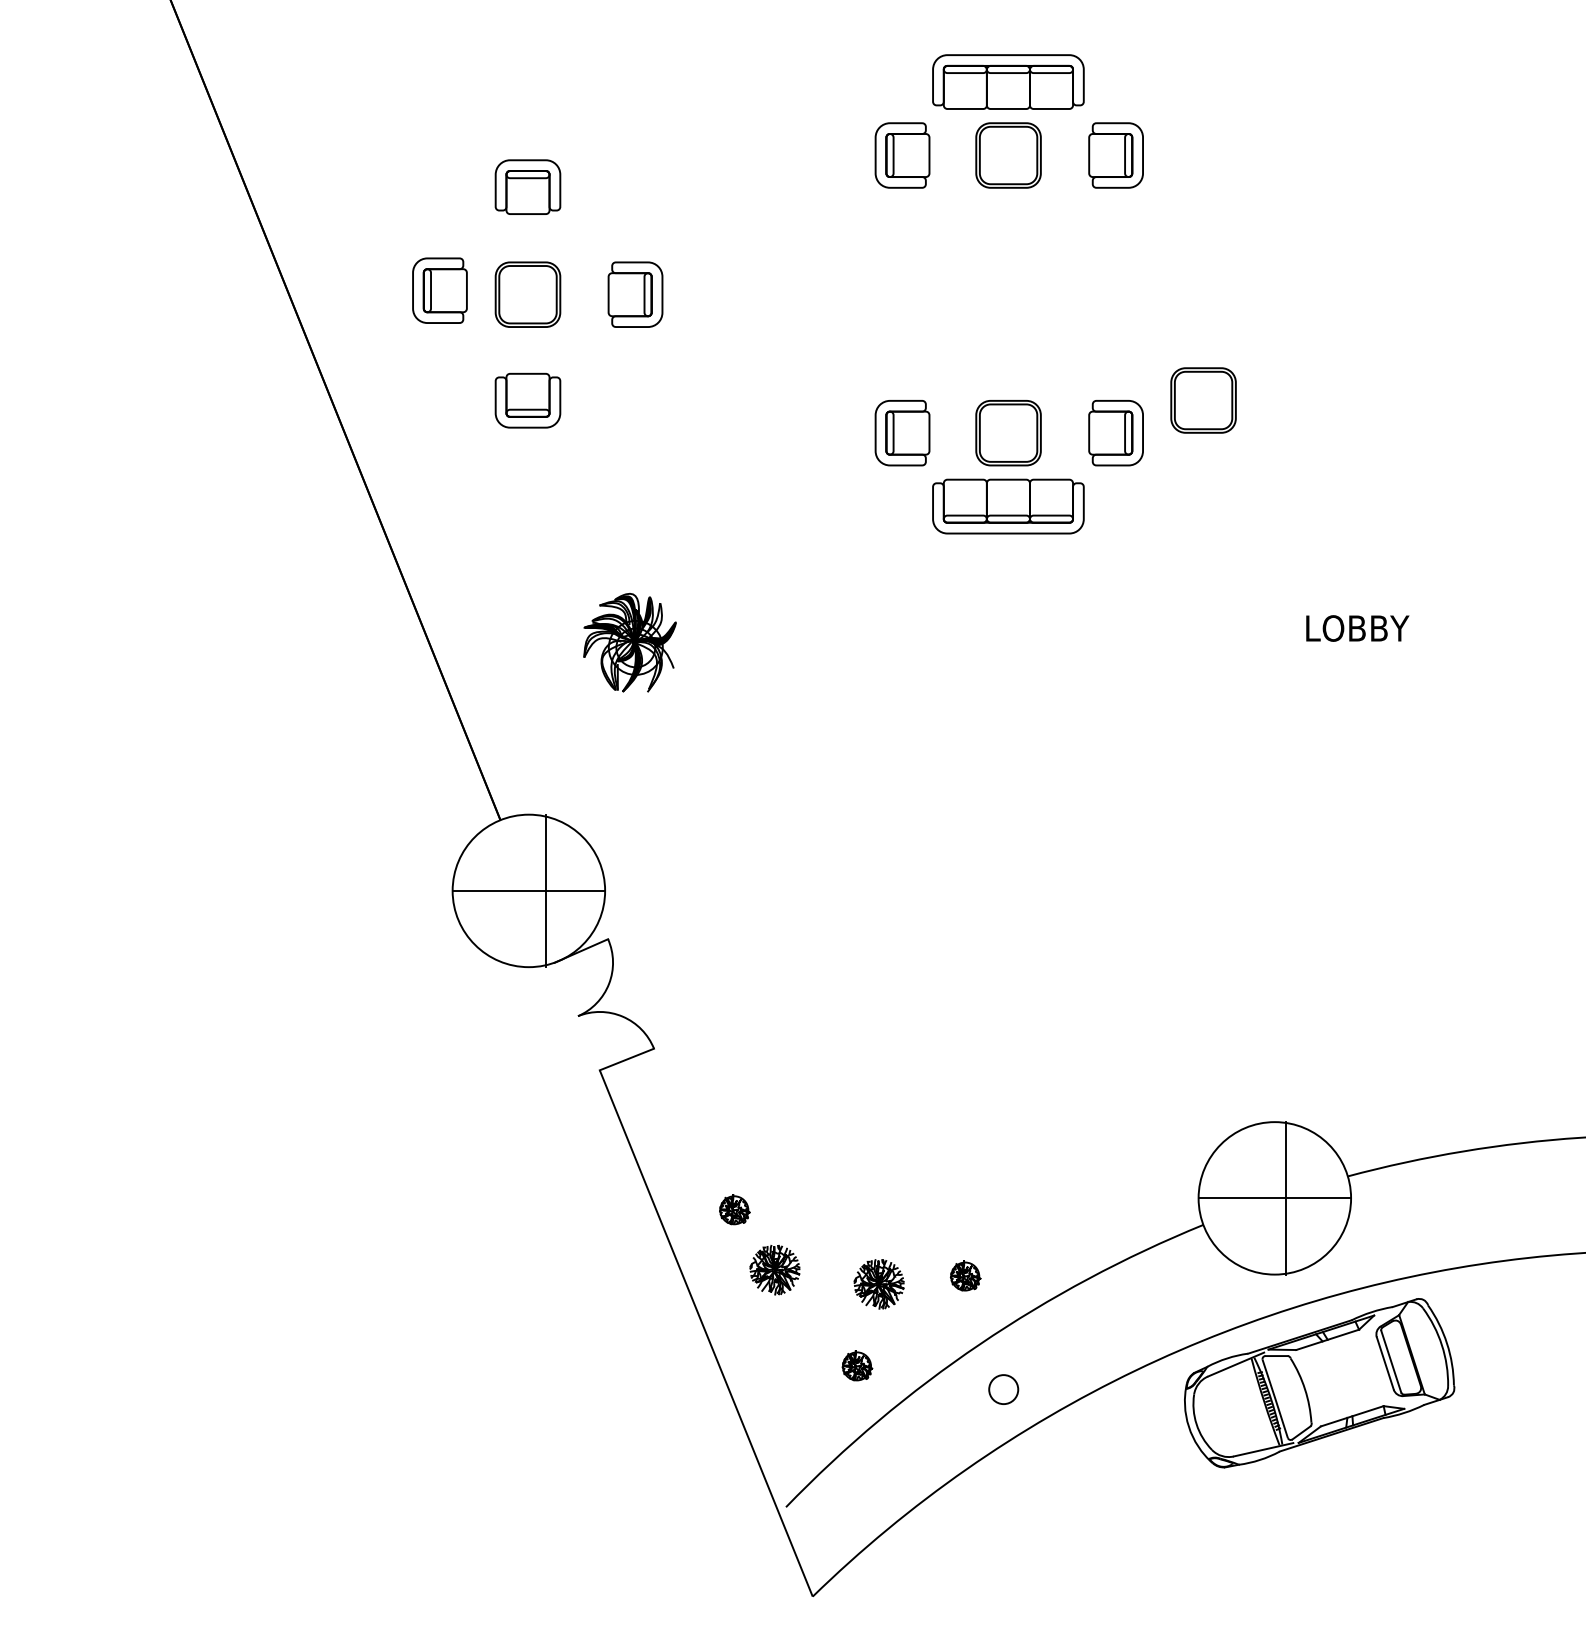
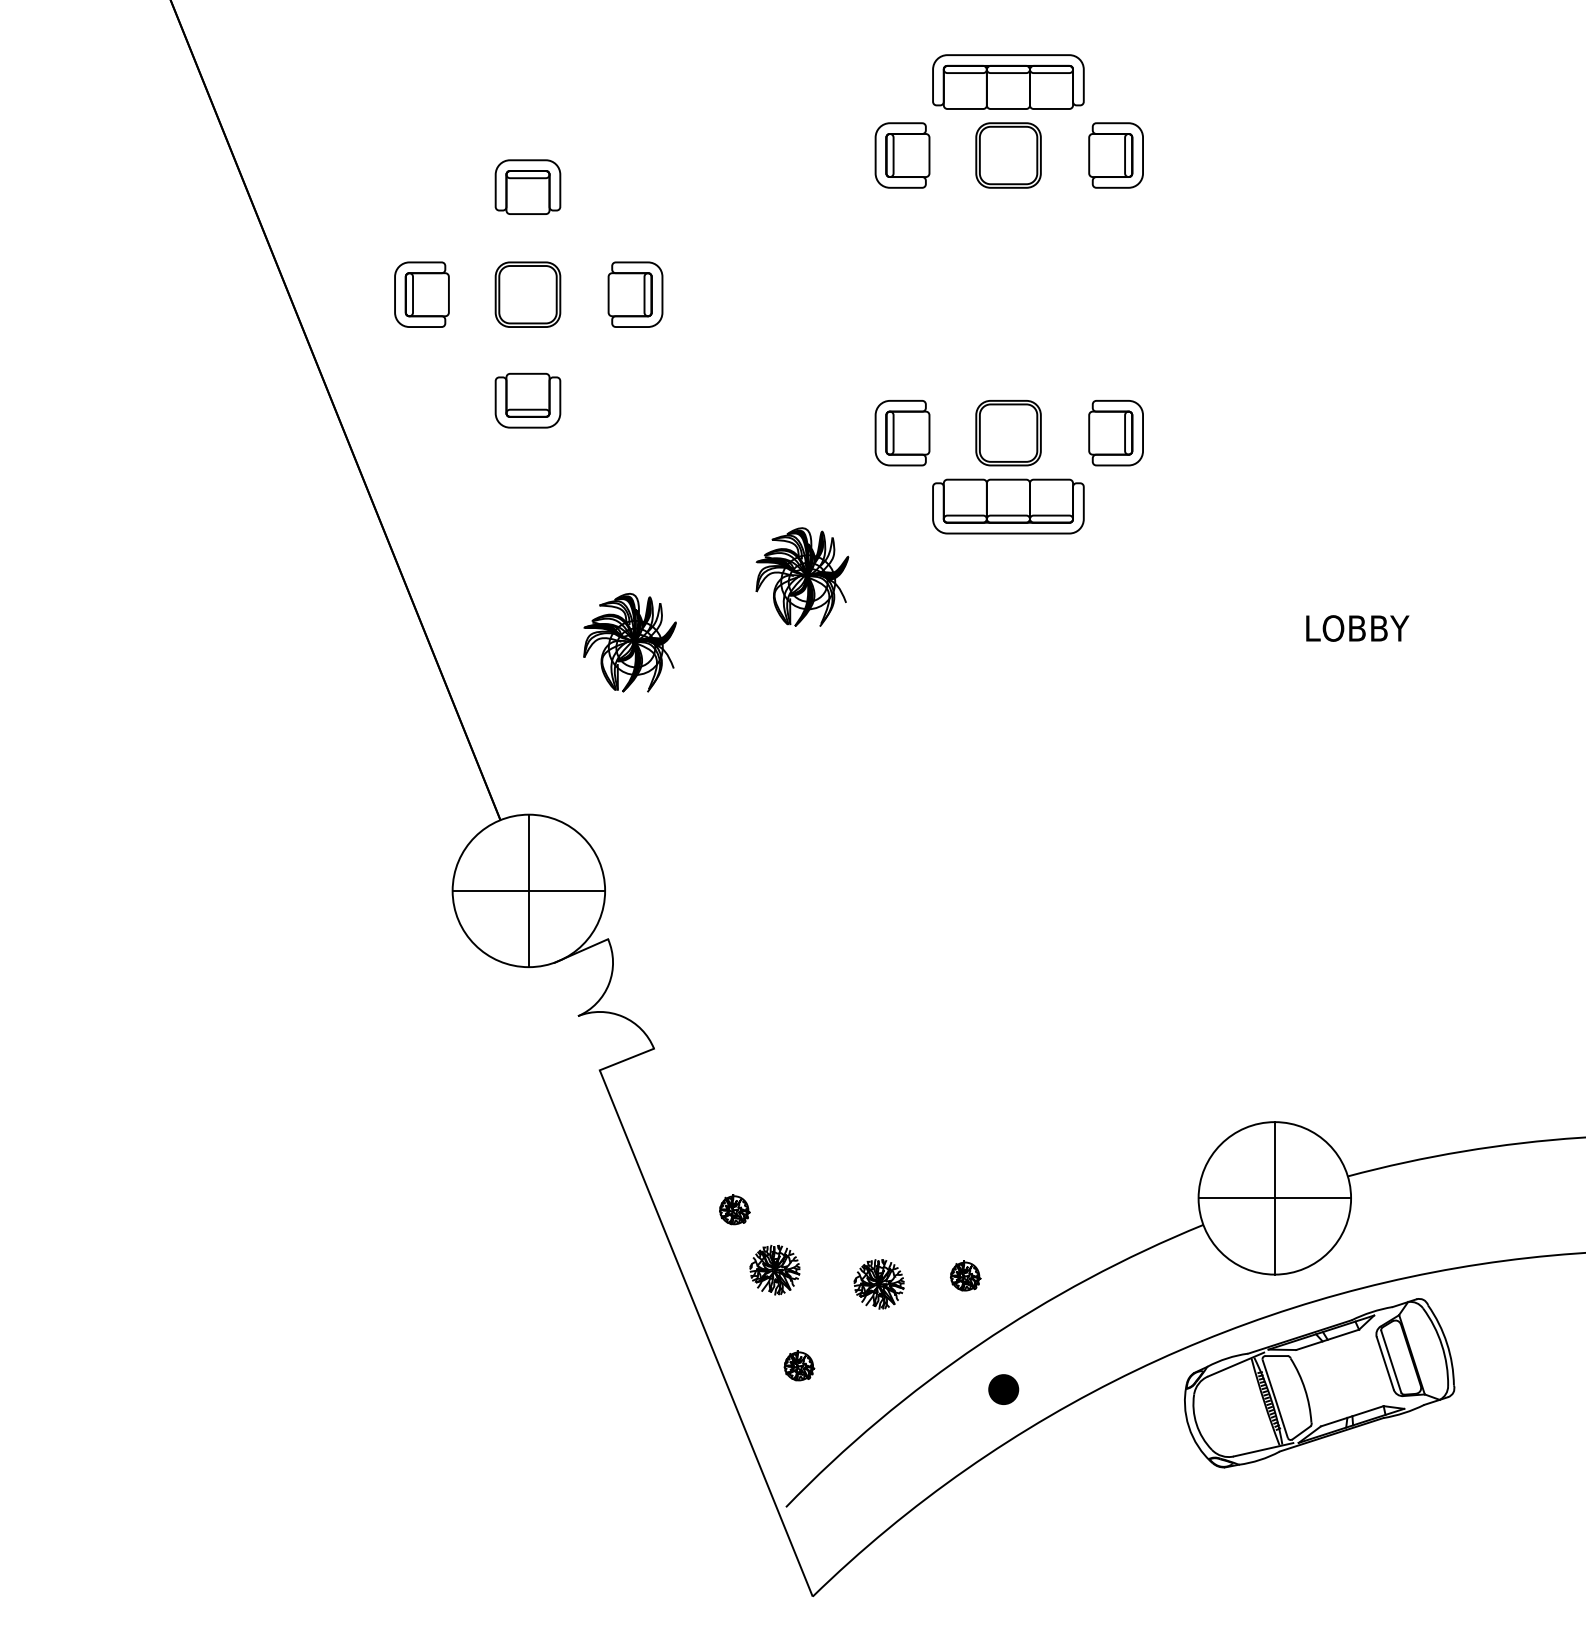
part at (439, 290) position: (439, 290) -> (421, 294)
part at (1203, 400): present -> none
part at (802, 576): none -> present
line at (545, 890) position: (545, 890) -> (528, 890)
line at (1285, 1198) position: (1285, 1198) -> (1274, 1198)
part at (857, 1365) position: (857, 1365) -> (799, 1365)
fill at (1003, 1389): none -> present
